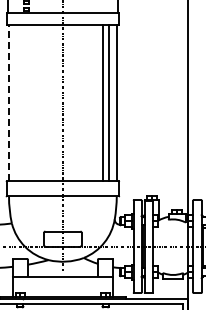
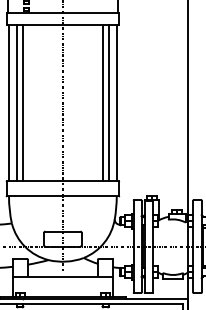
line at (9, 102): dashed -> solid
line at (16, 102): none -> present
line at (22, 102): none -> present
